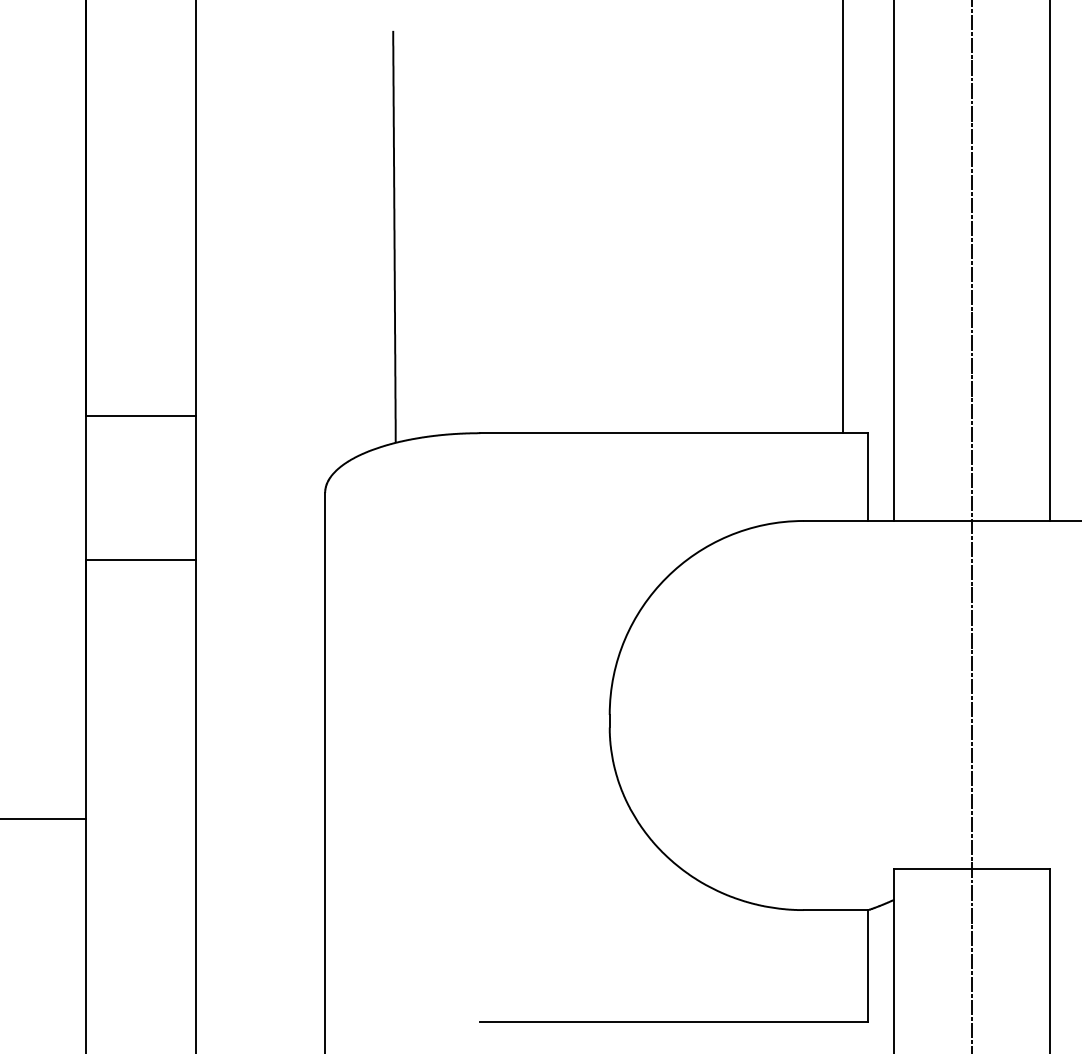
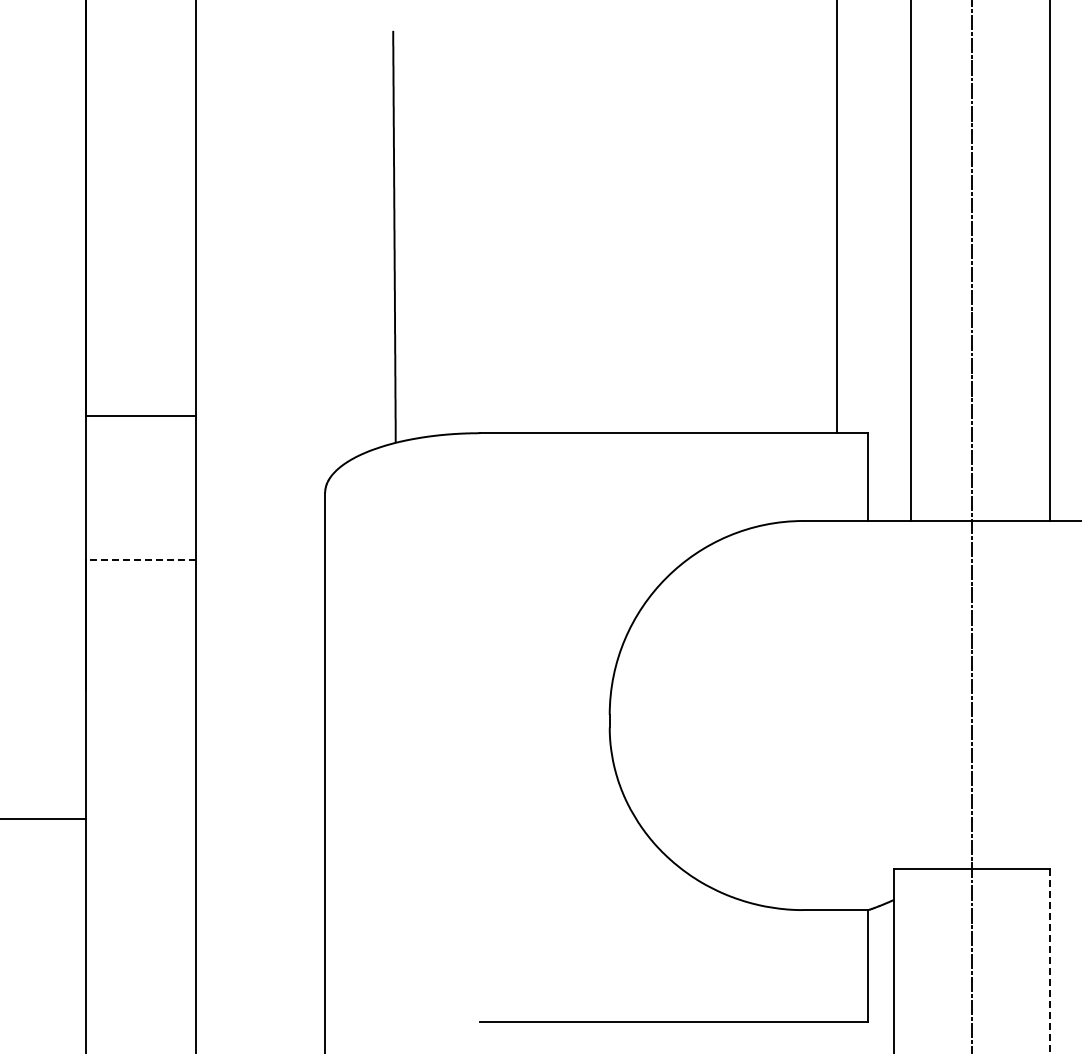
line at (842, 217) position: (842, 217) -> (836, 217)
line at (894, 261) position: (894, 261) -> (911, 261)
line at (140, 559): solid -> dashed
line at (1049, 961): solid -> dashed
